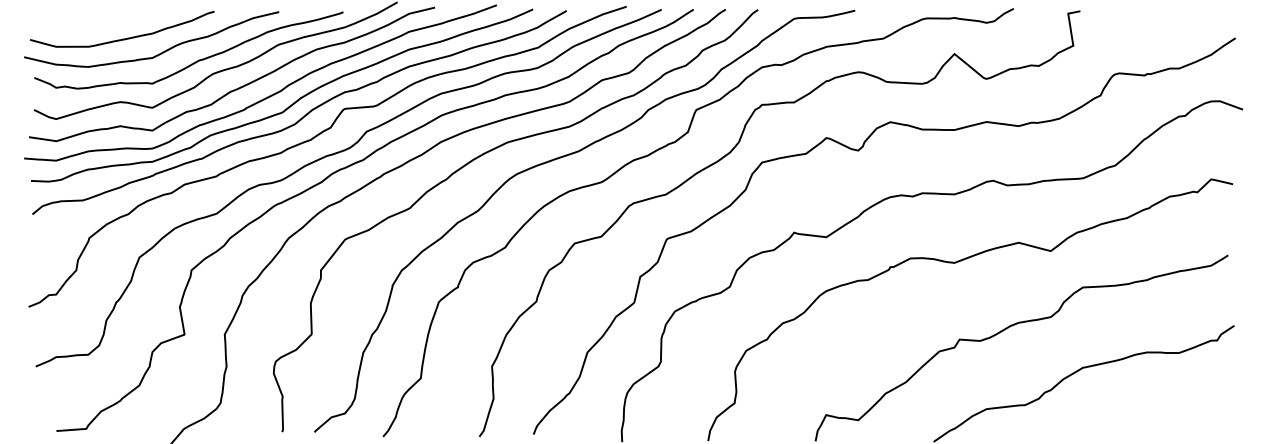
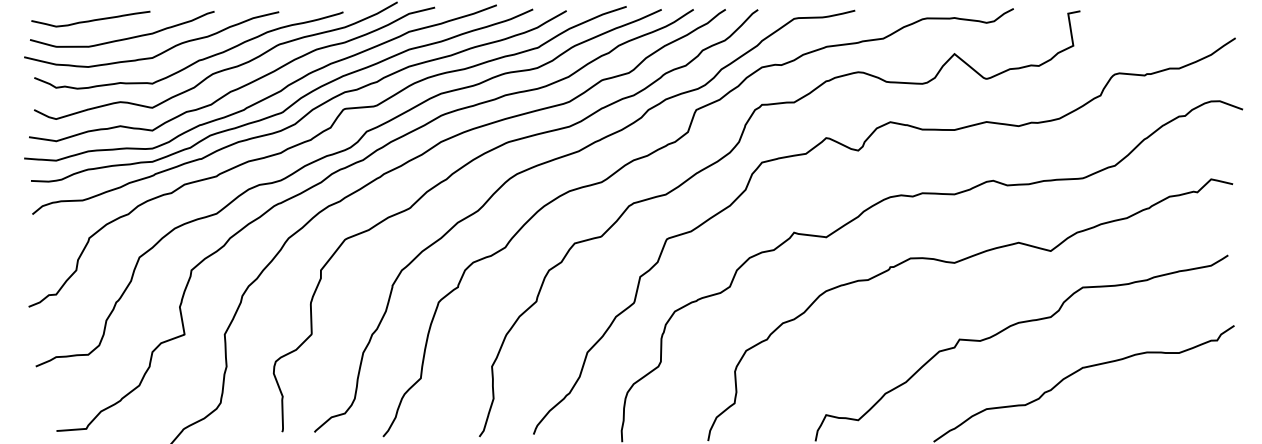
curve at (91, 19): none -> present
